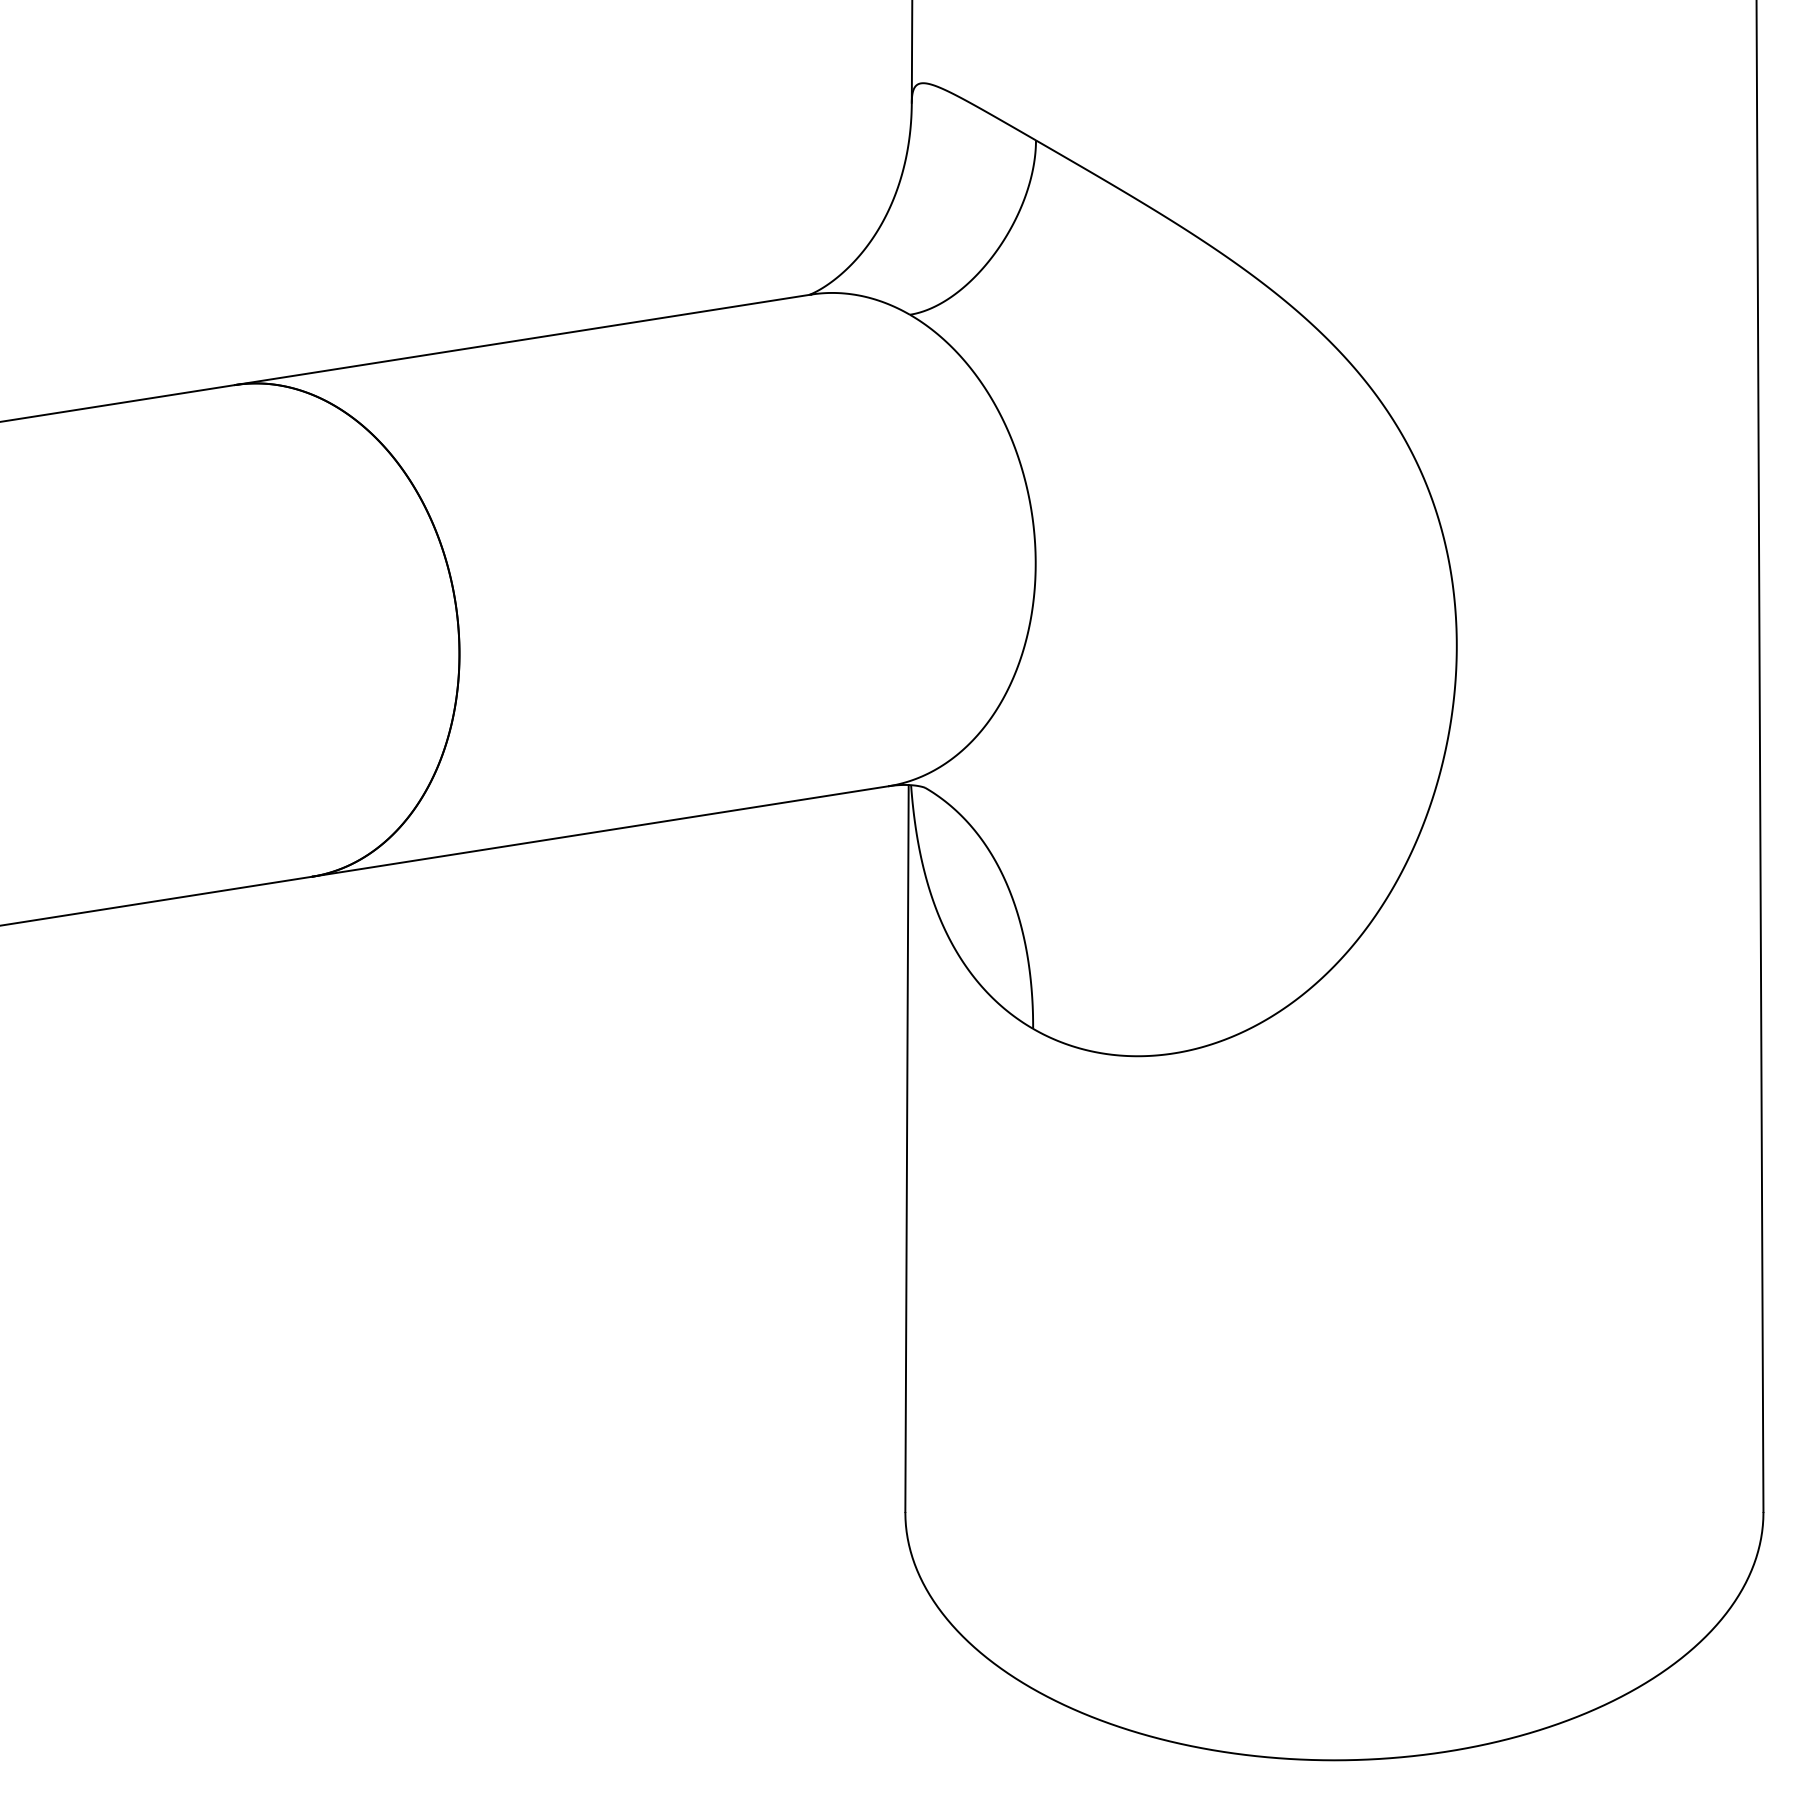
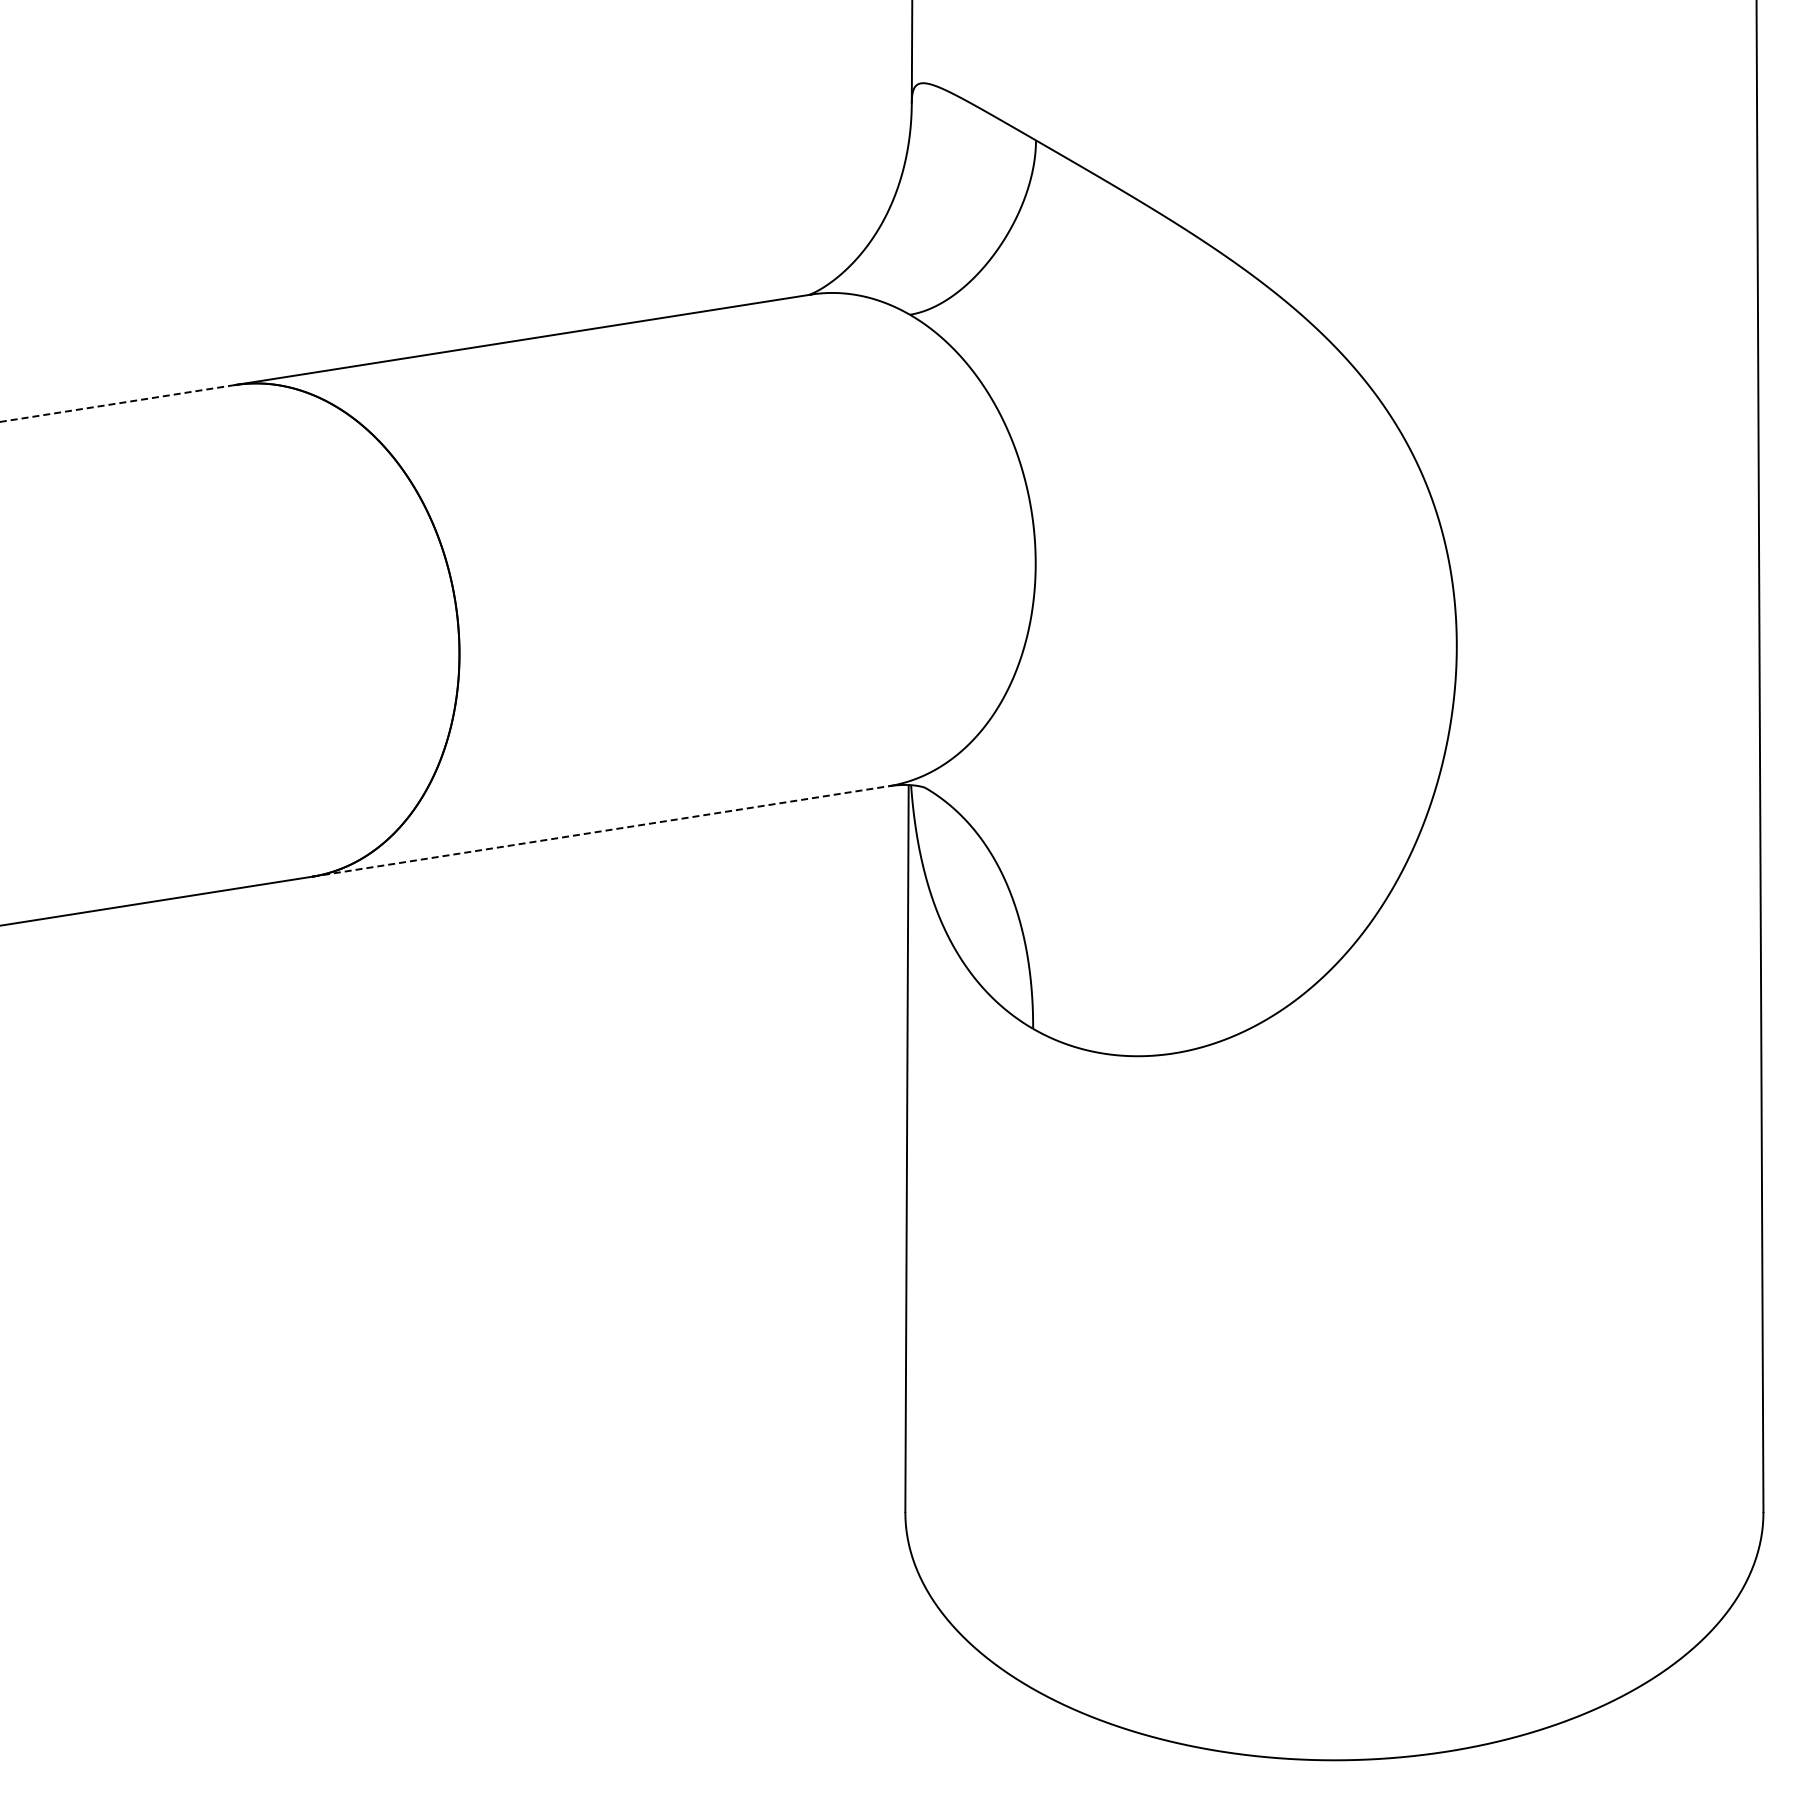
line at (117, 403): solid -> dashed
line at (600, 831): solid -> dashed
